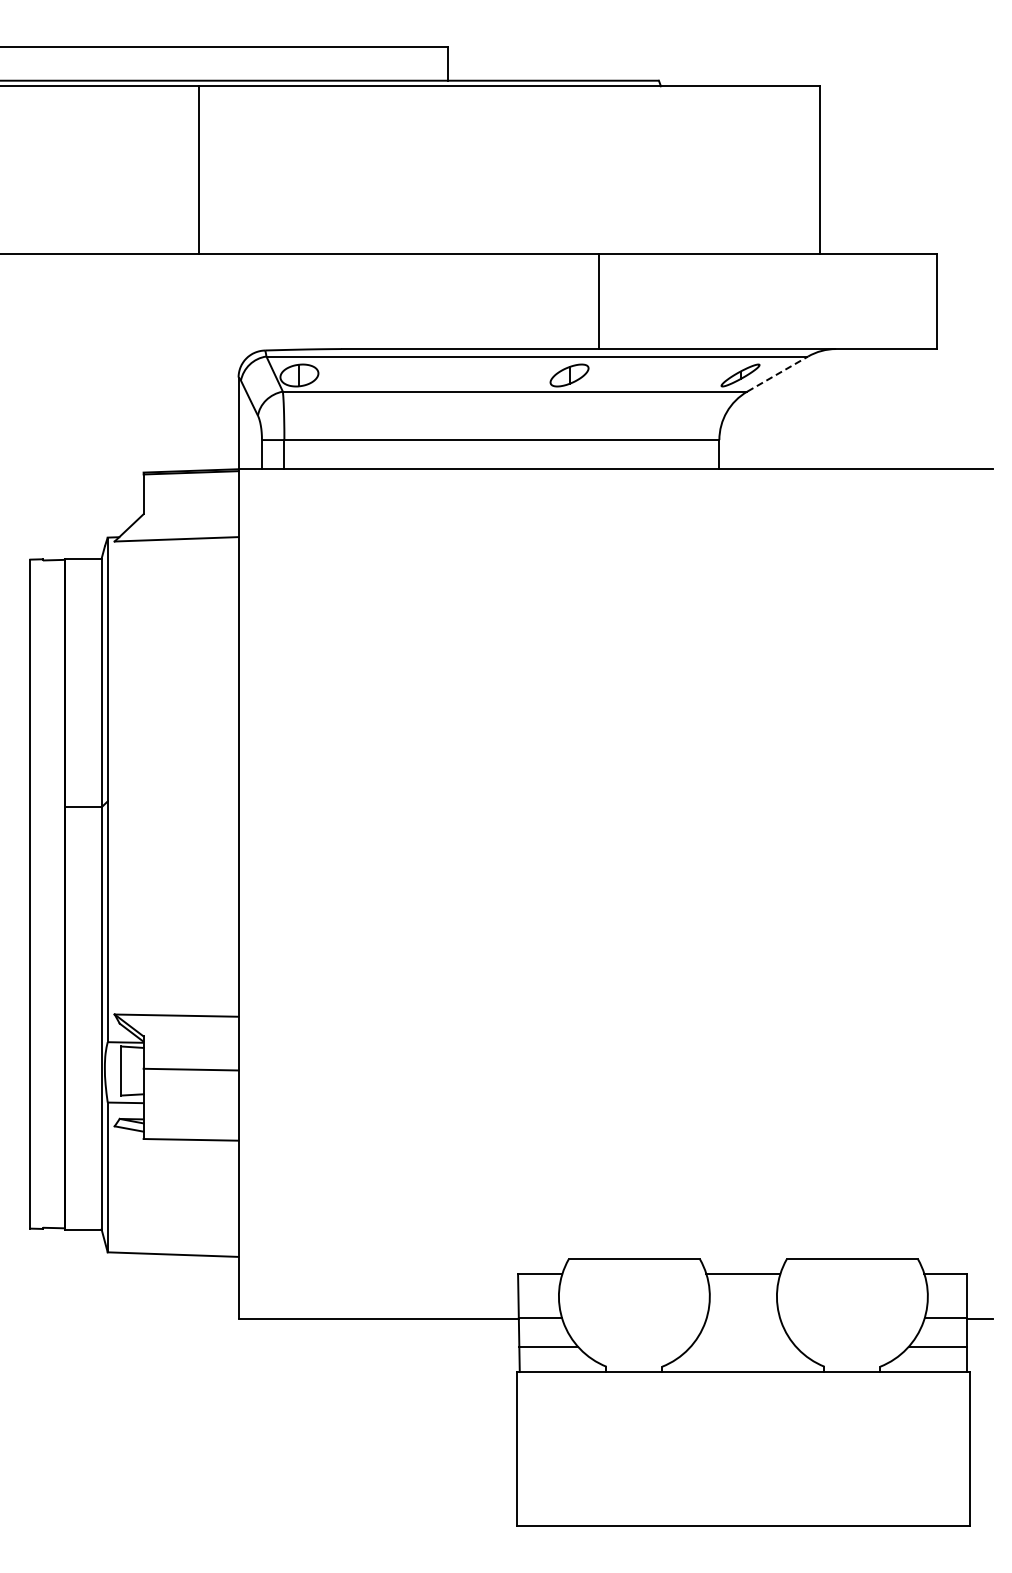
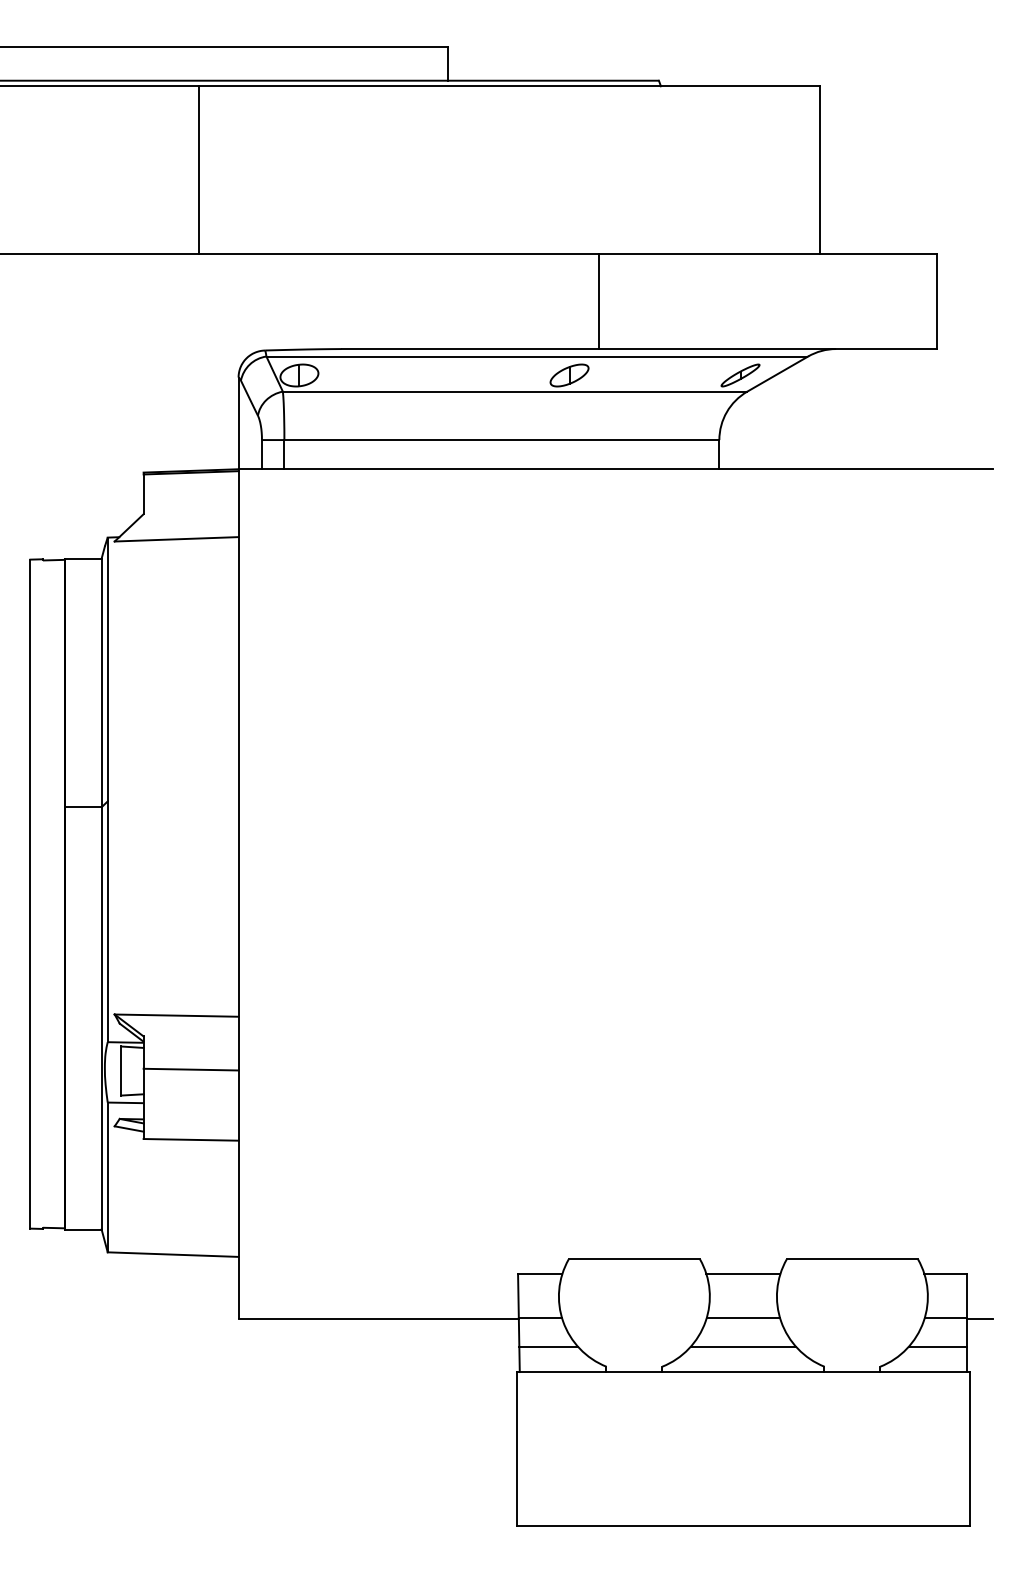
line at (778, 373): dashed -> solid
line at (743, 1318): none -> present
line at (743, 1346): none -> present
